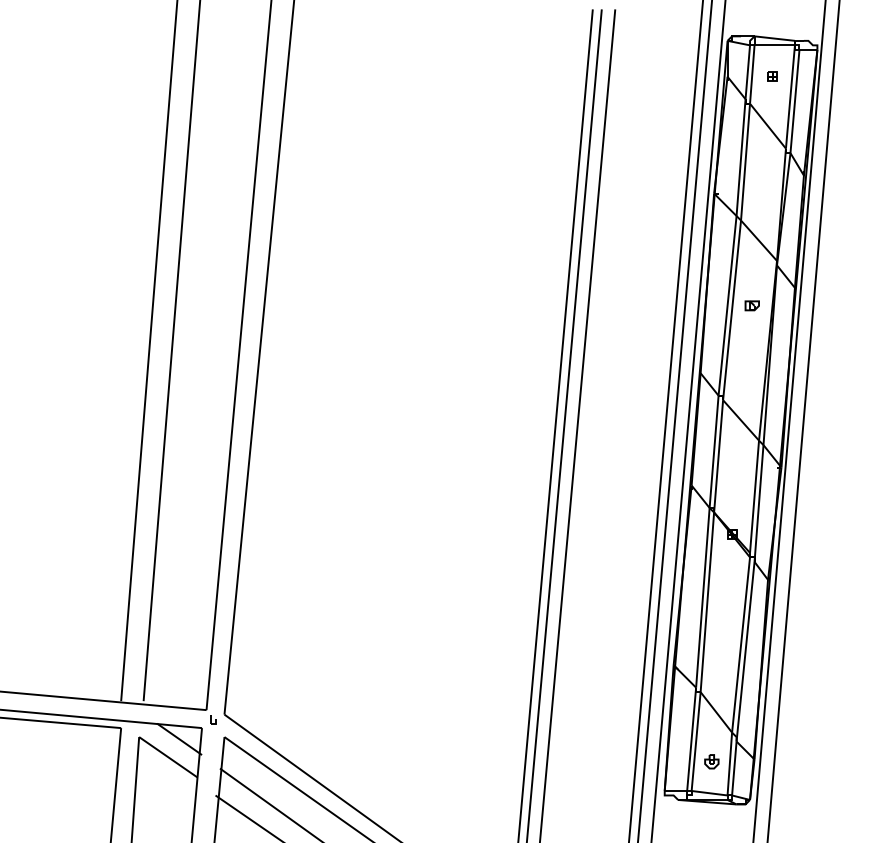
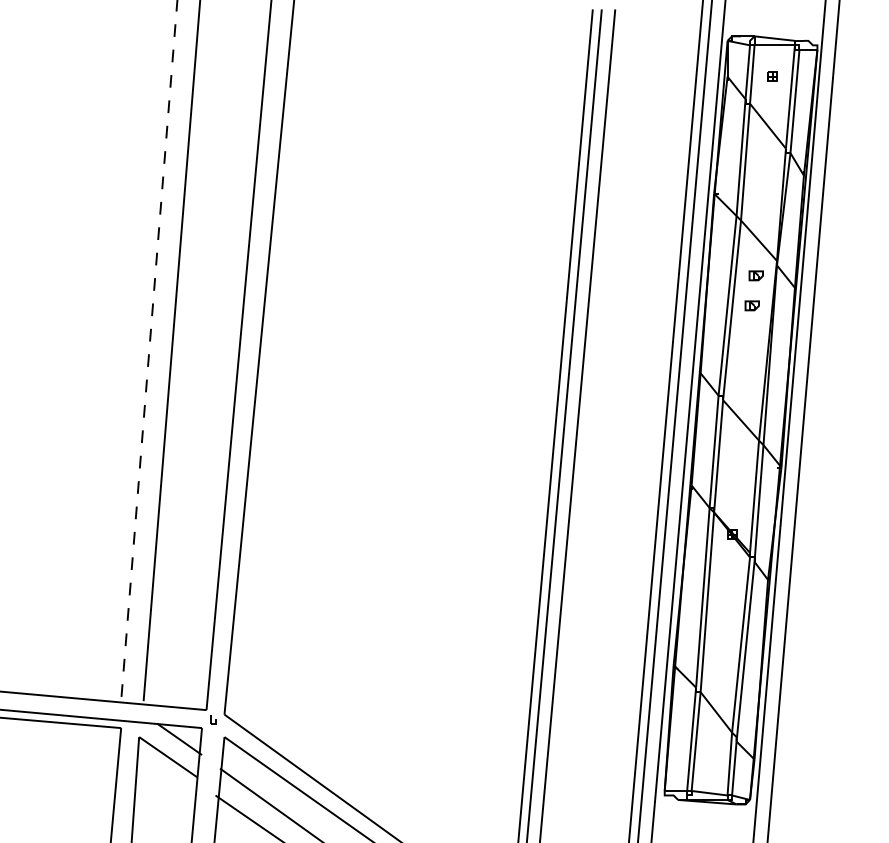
part at (755, 275): none -> present
line at (149, 350): solid -> dashed
part at (711, 761): present -> none
